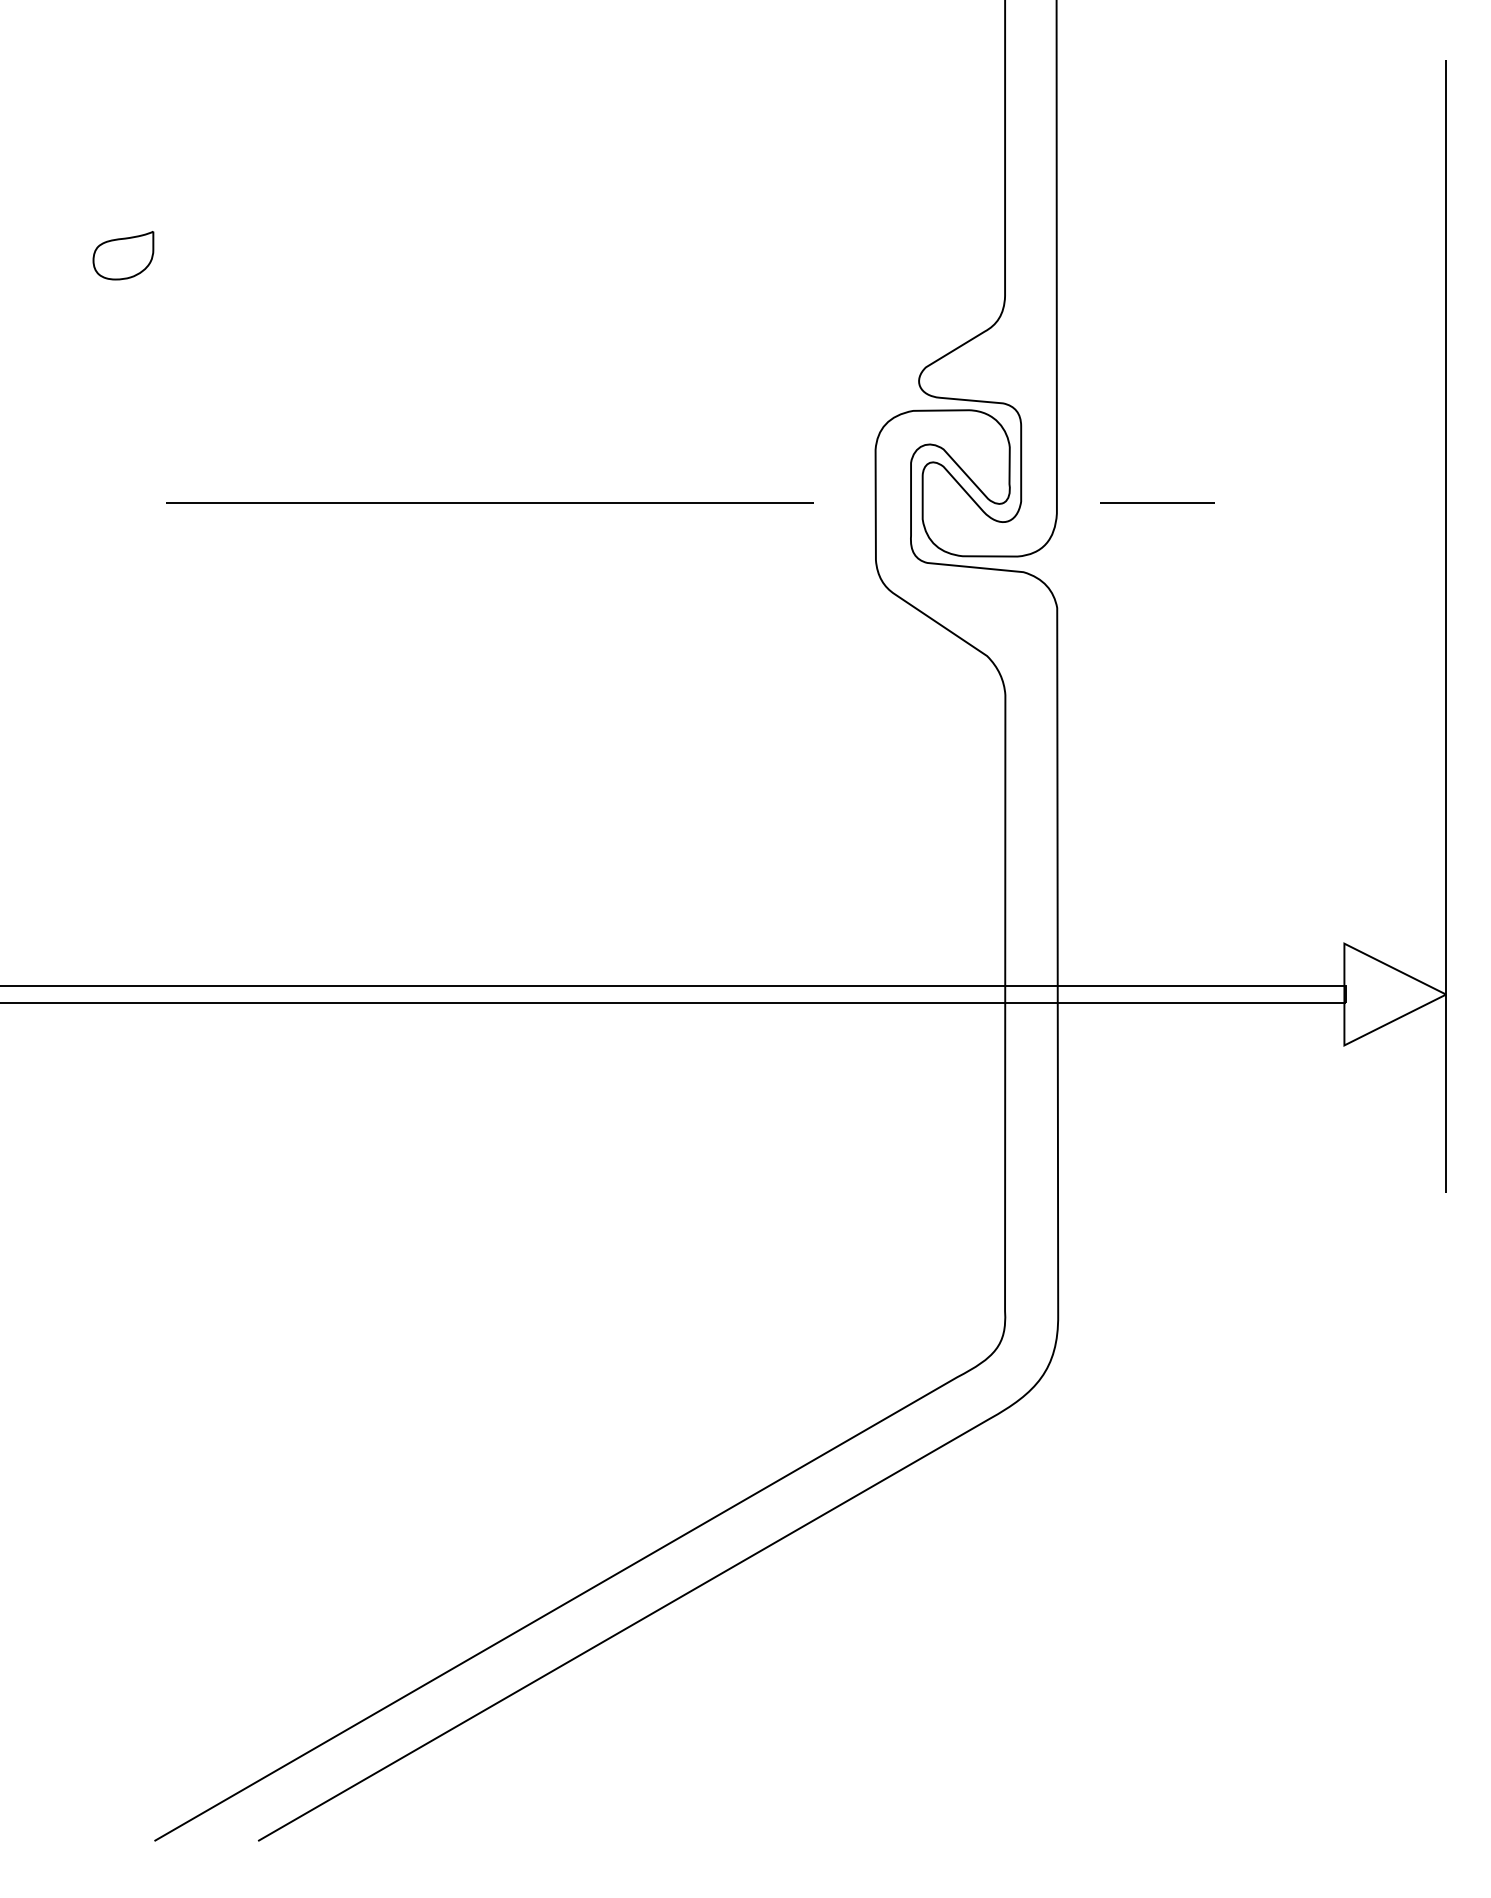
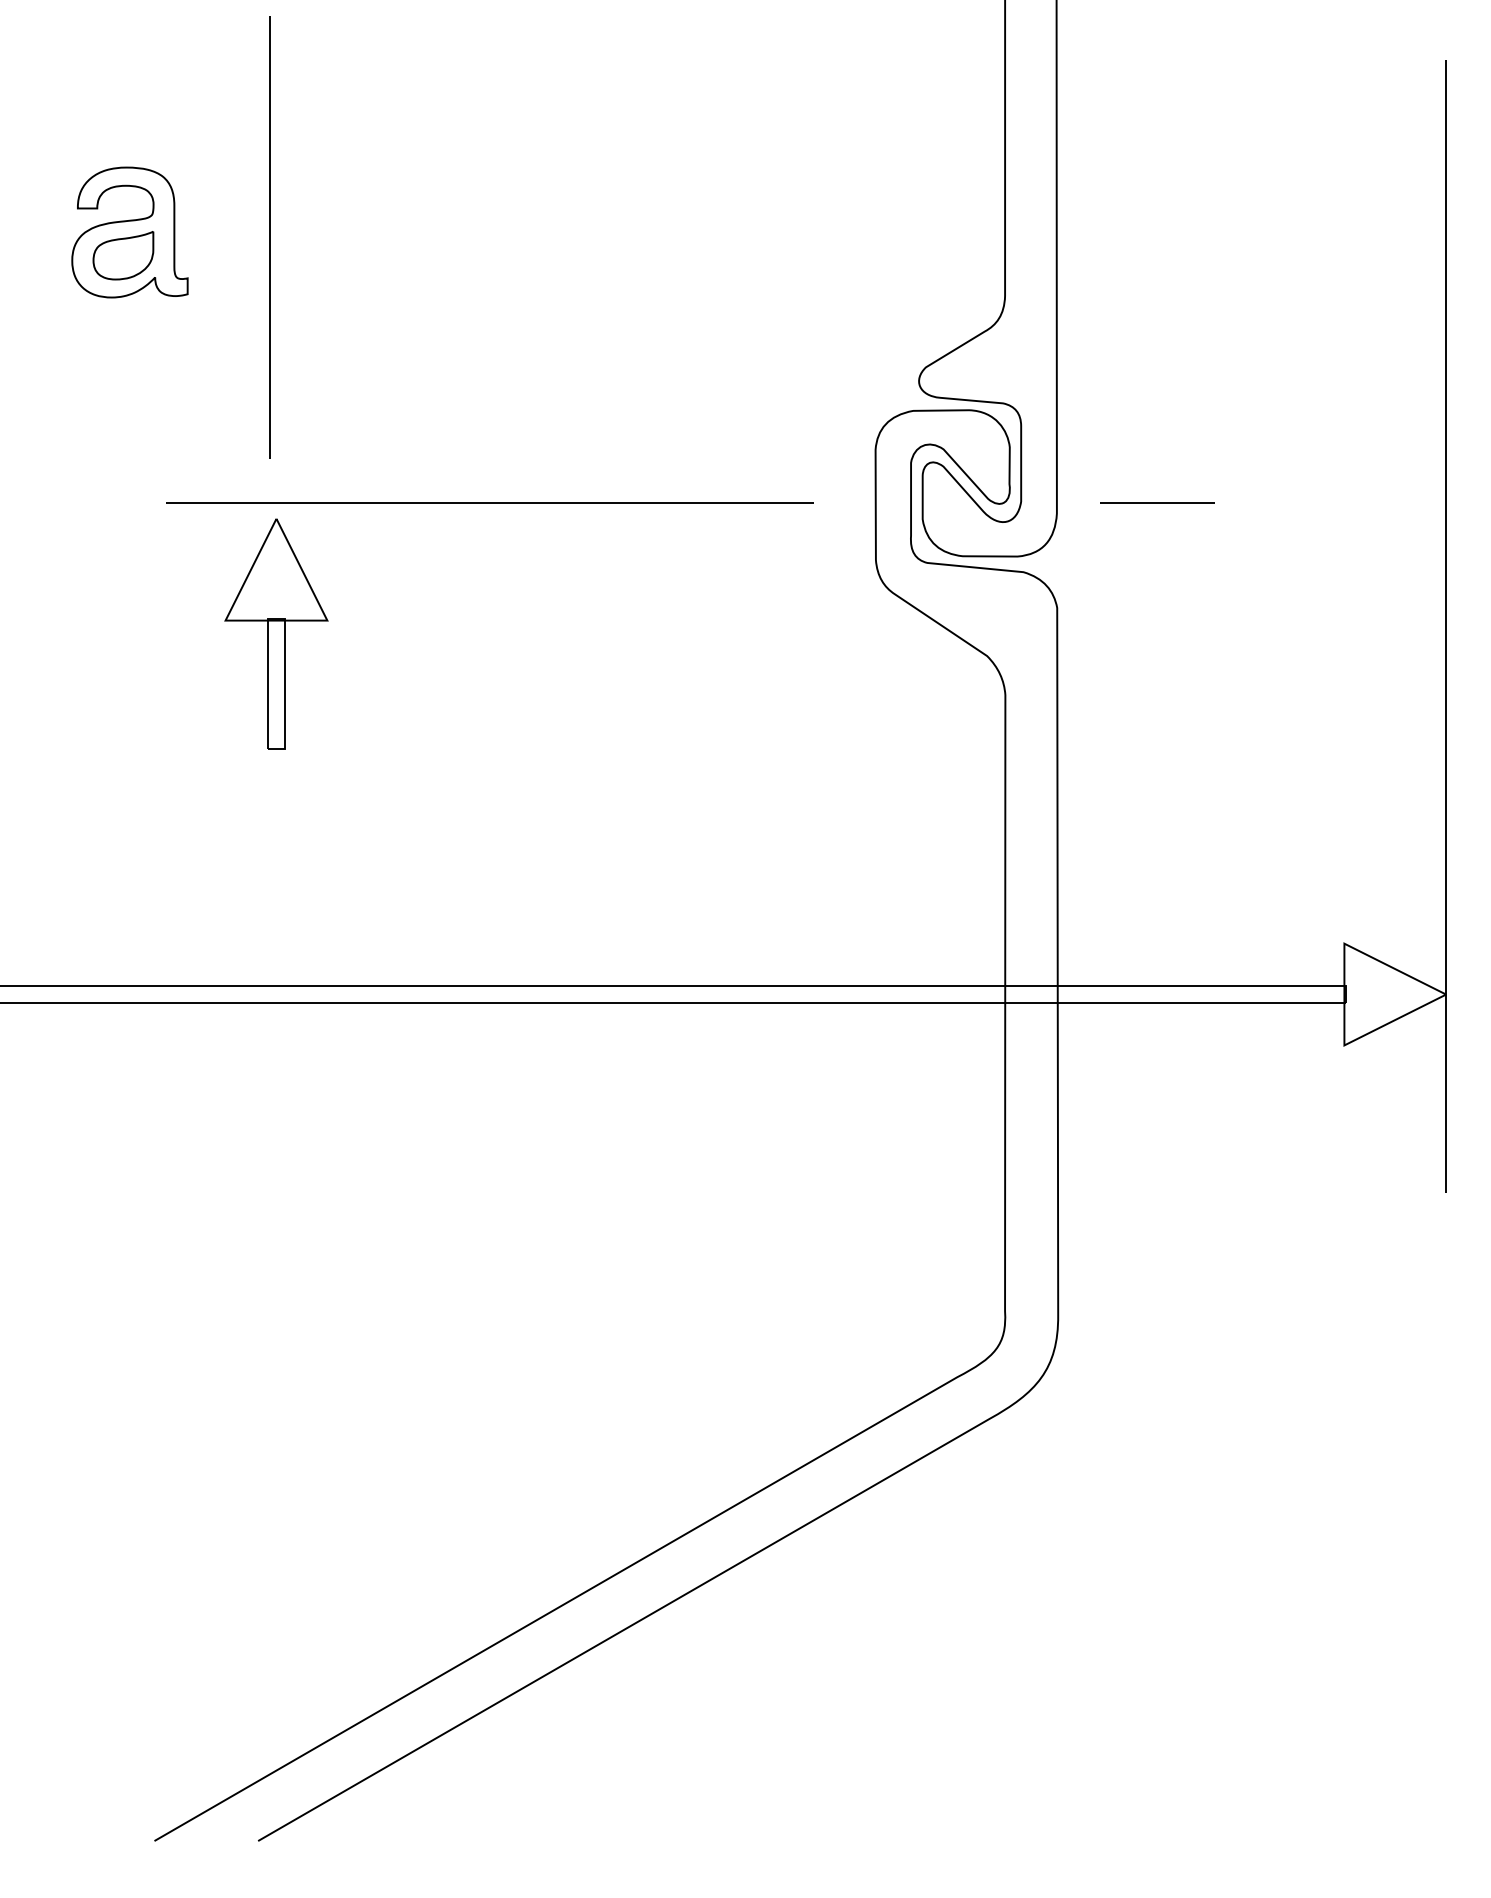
part at (129, 232): none -> present
line at (269, 237): none -> present
part at (276, 633): none -> present
